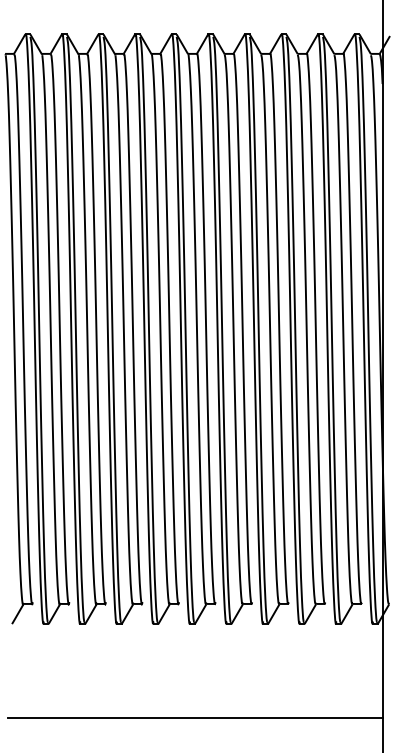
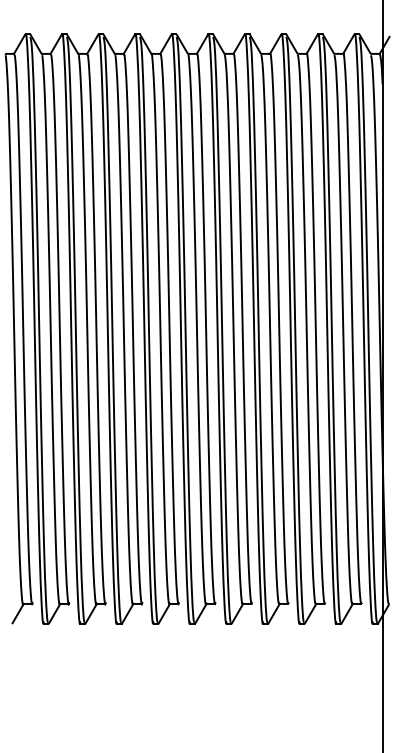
line at (195, 717): present -> none
